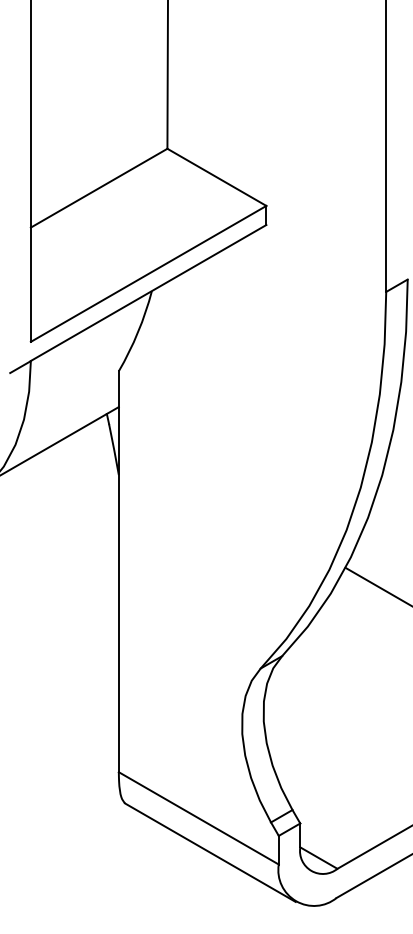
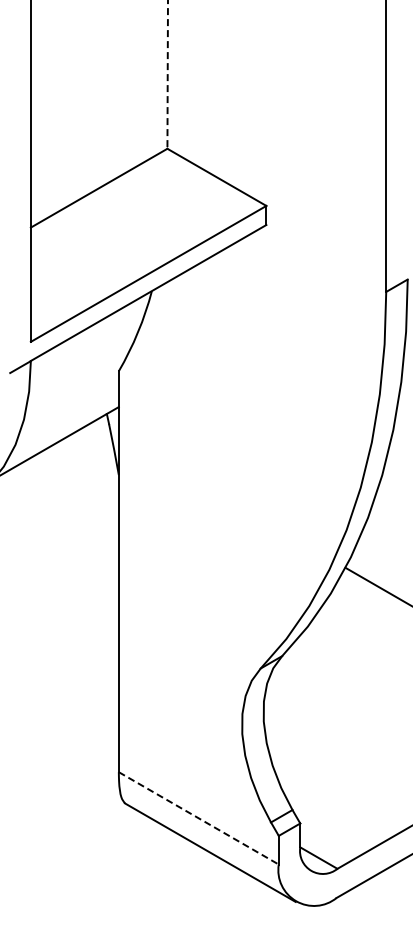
line at (167, 74): solid -> dashed
line at (199, 818): solid -> dashed
